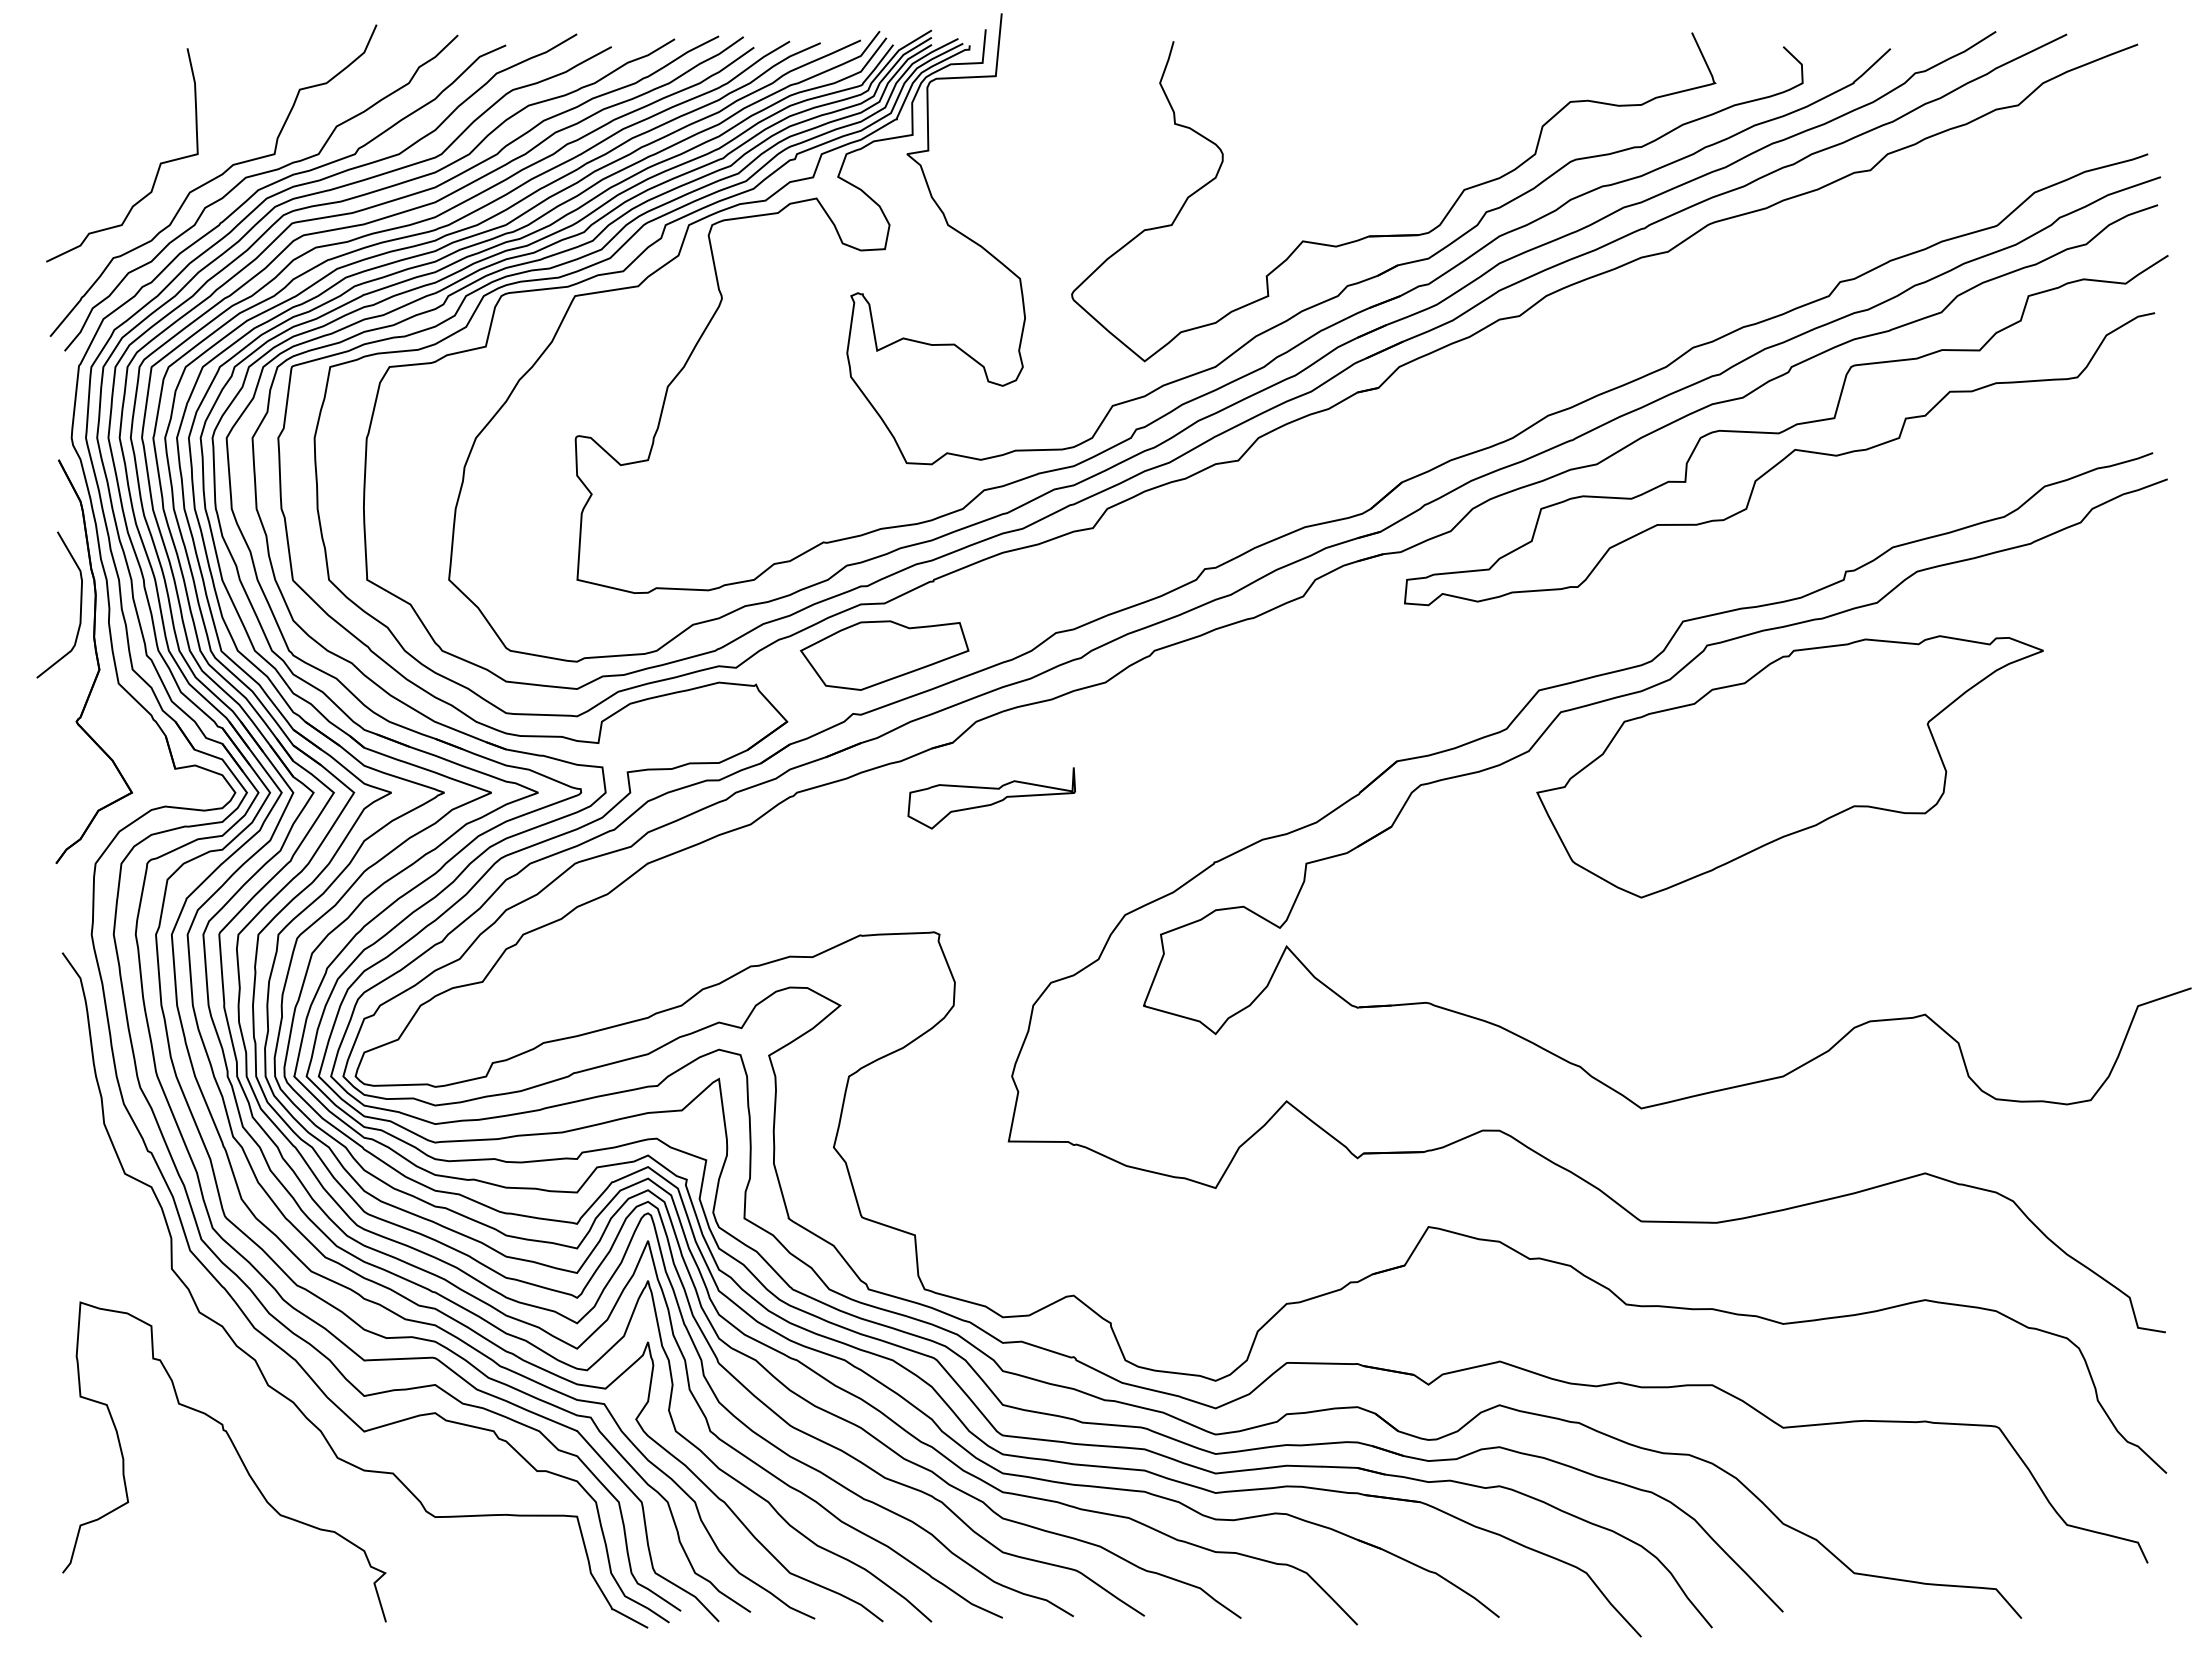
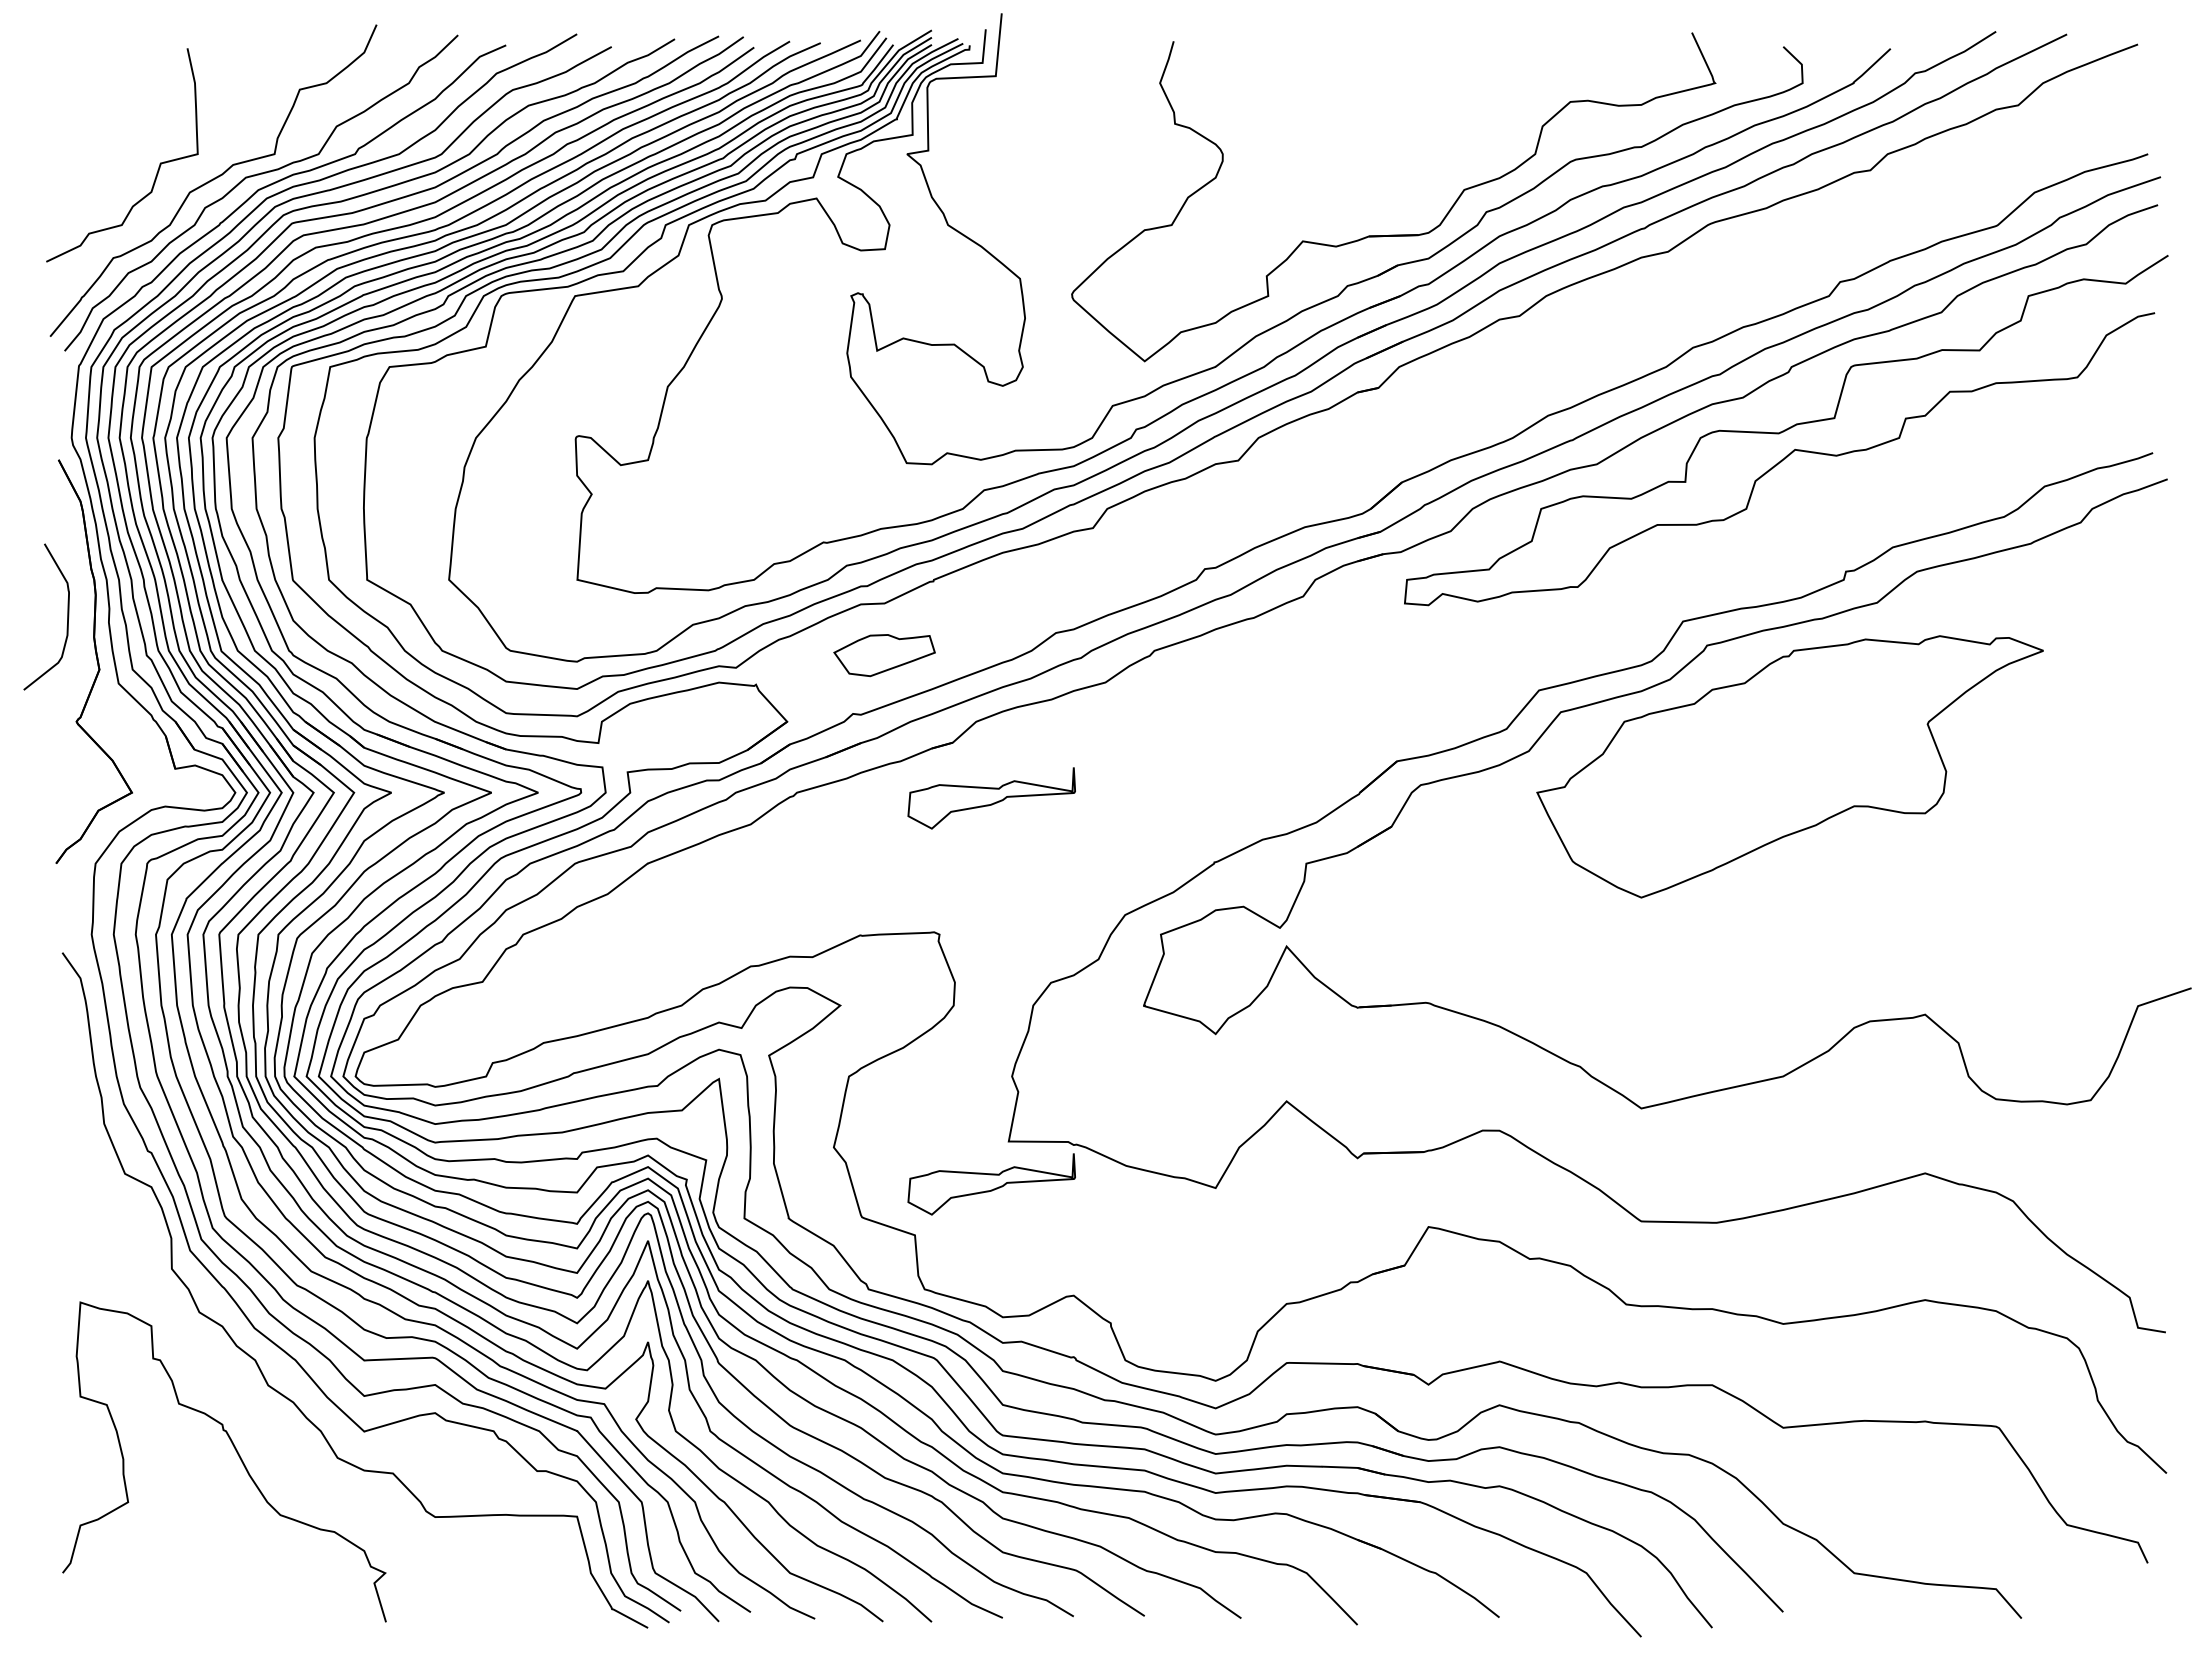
curve at (80, 604) position: (80, 604) -> (67, 616)
part at (884, 655) size: 171x71 px -> 103x44 px
part at (991, 1184): none -> present
